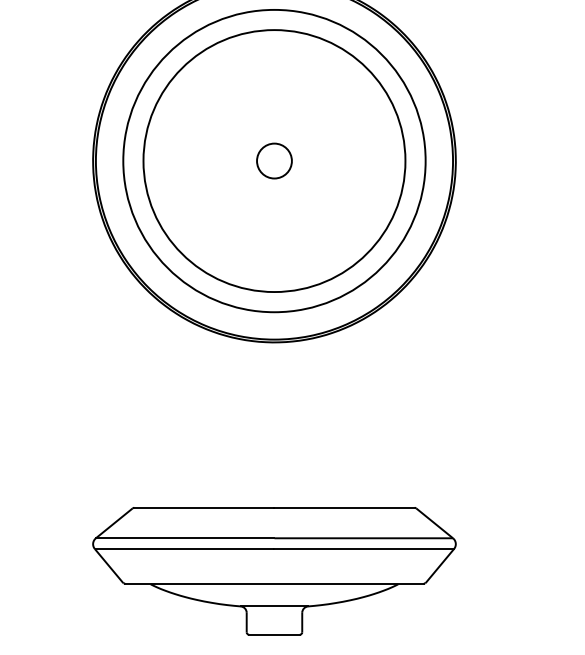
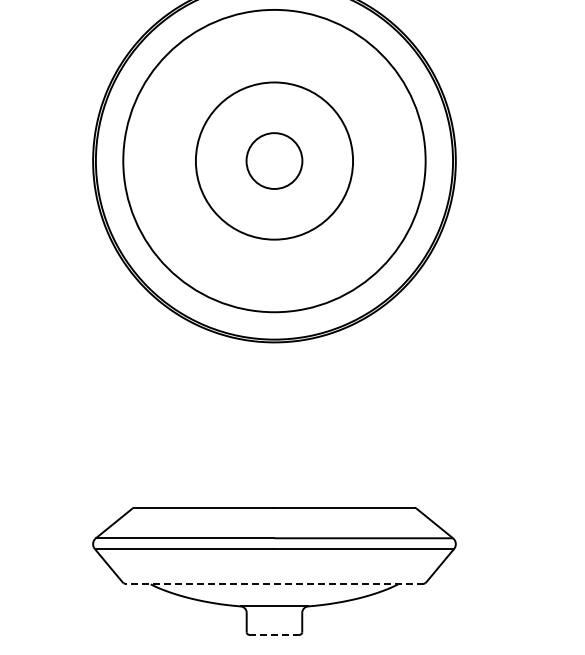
circle at (274, 160) diameter: 35 px -> 56 px
circle at (274, 161) diameter: 262 px -> 157 px
line at (273, 584): solid -> dashed
line at (273, 634): solid -> dashed
